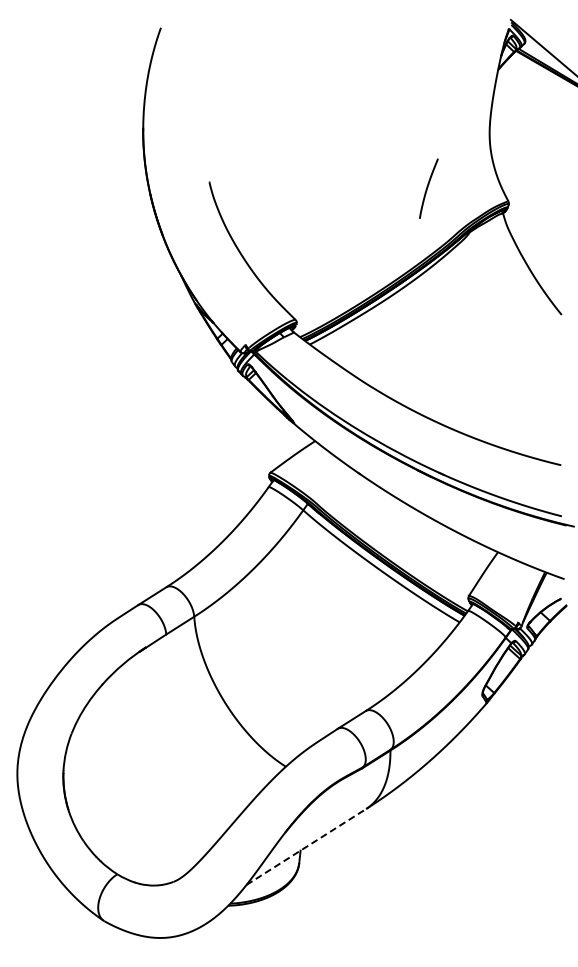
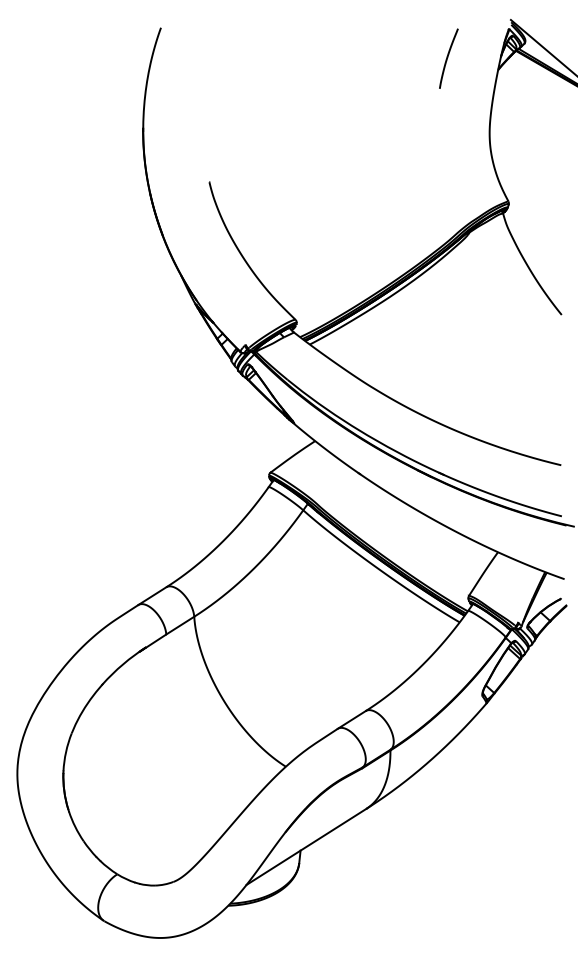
curve at (428, 187) position: (428, 187) -> (448, 57)
line at (306, 846): dashed -> solid
